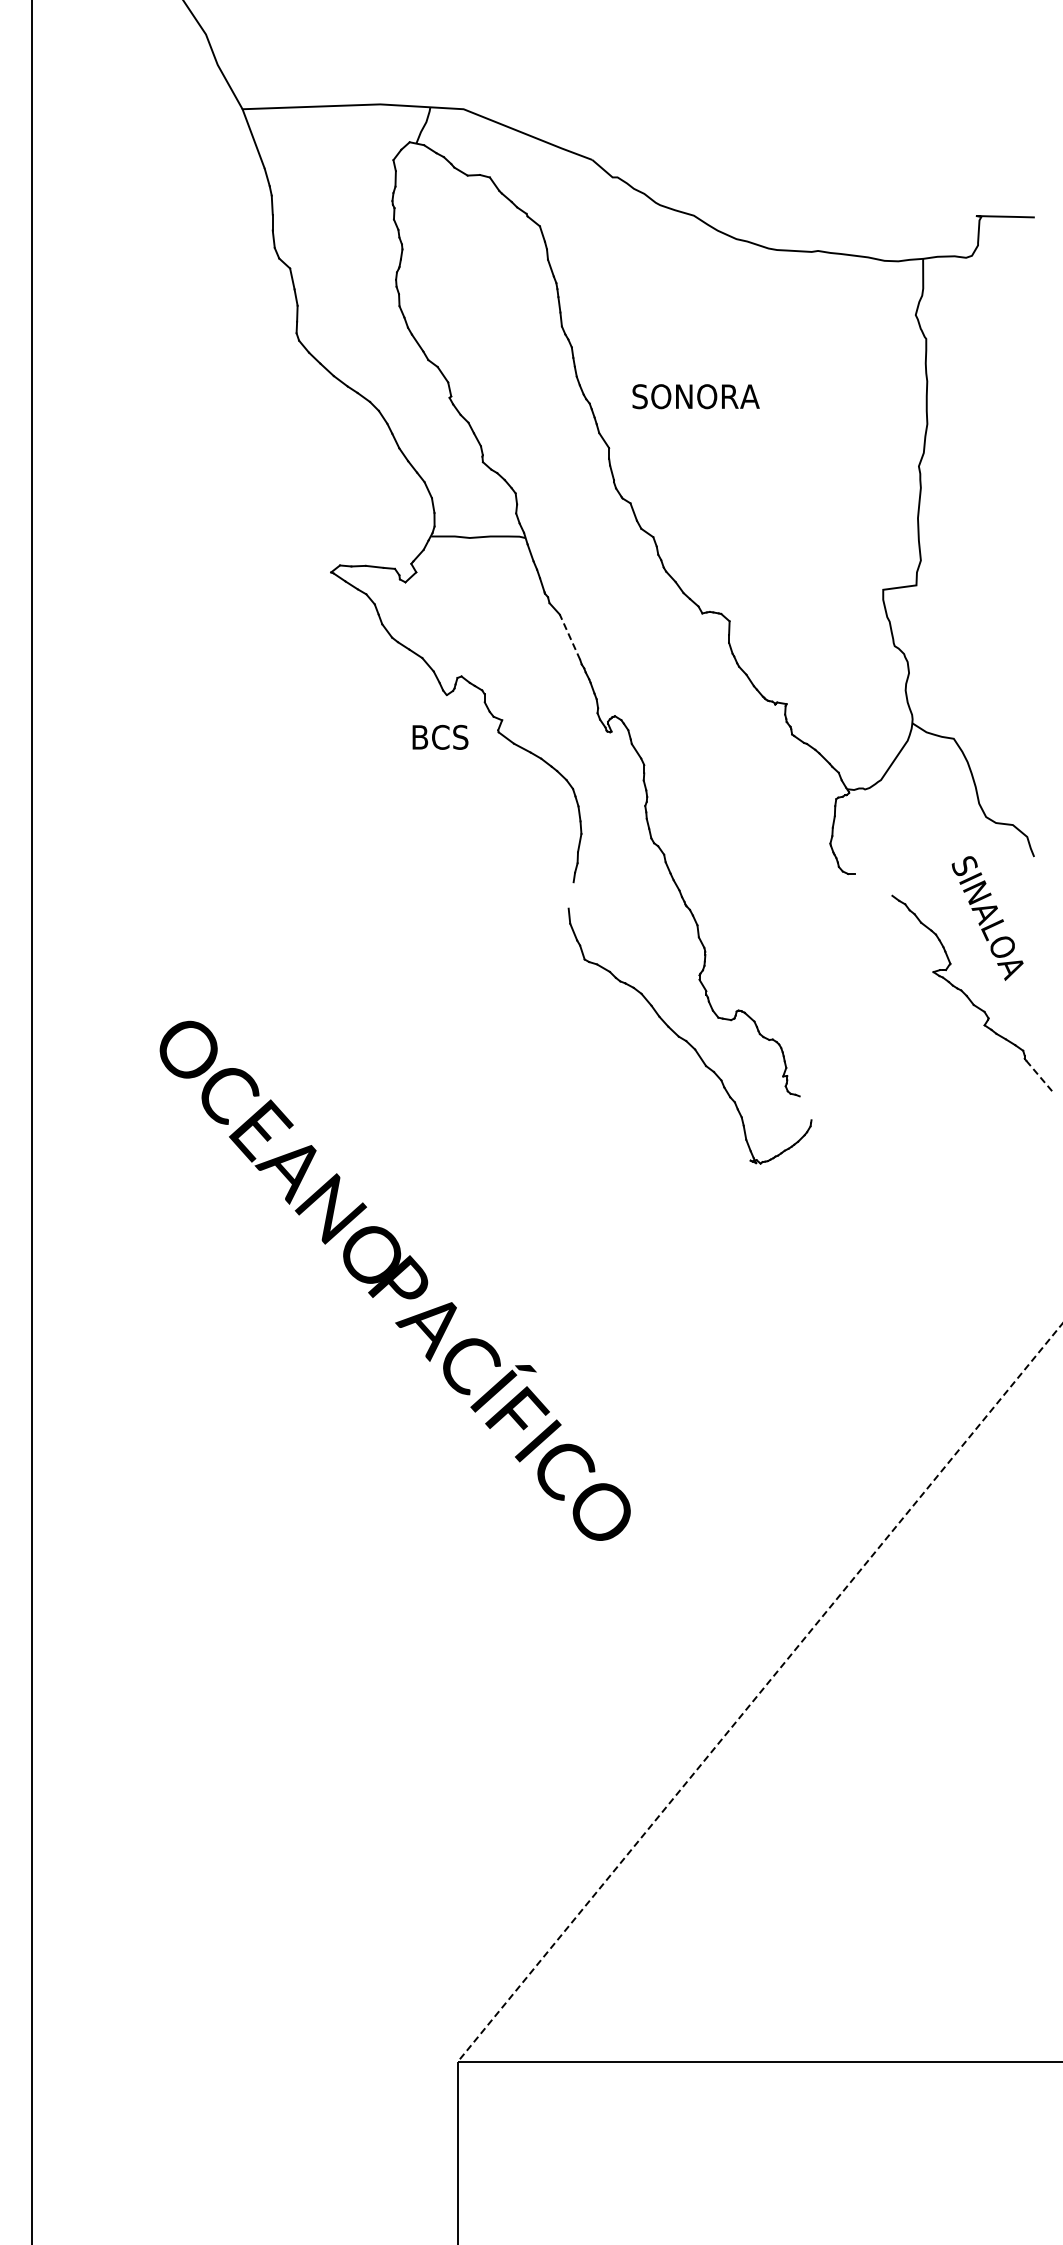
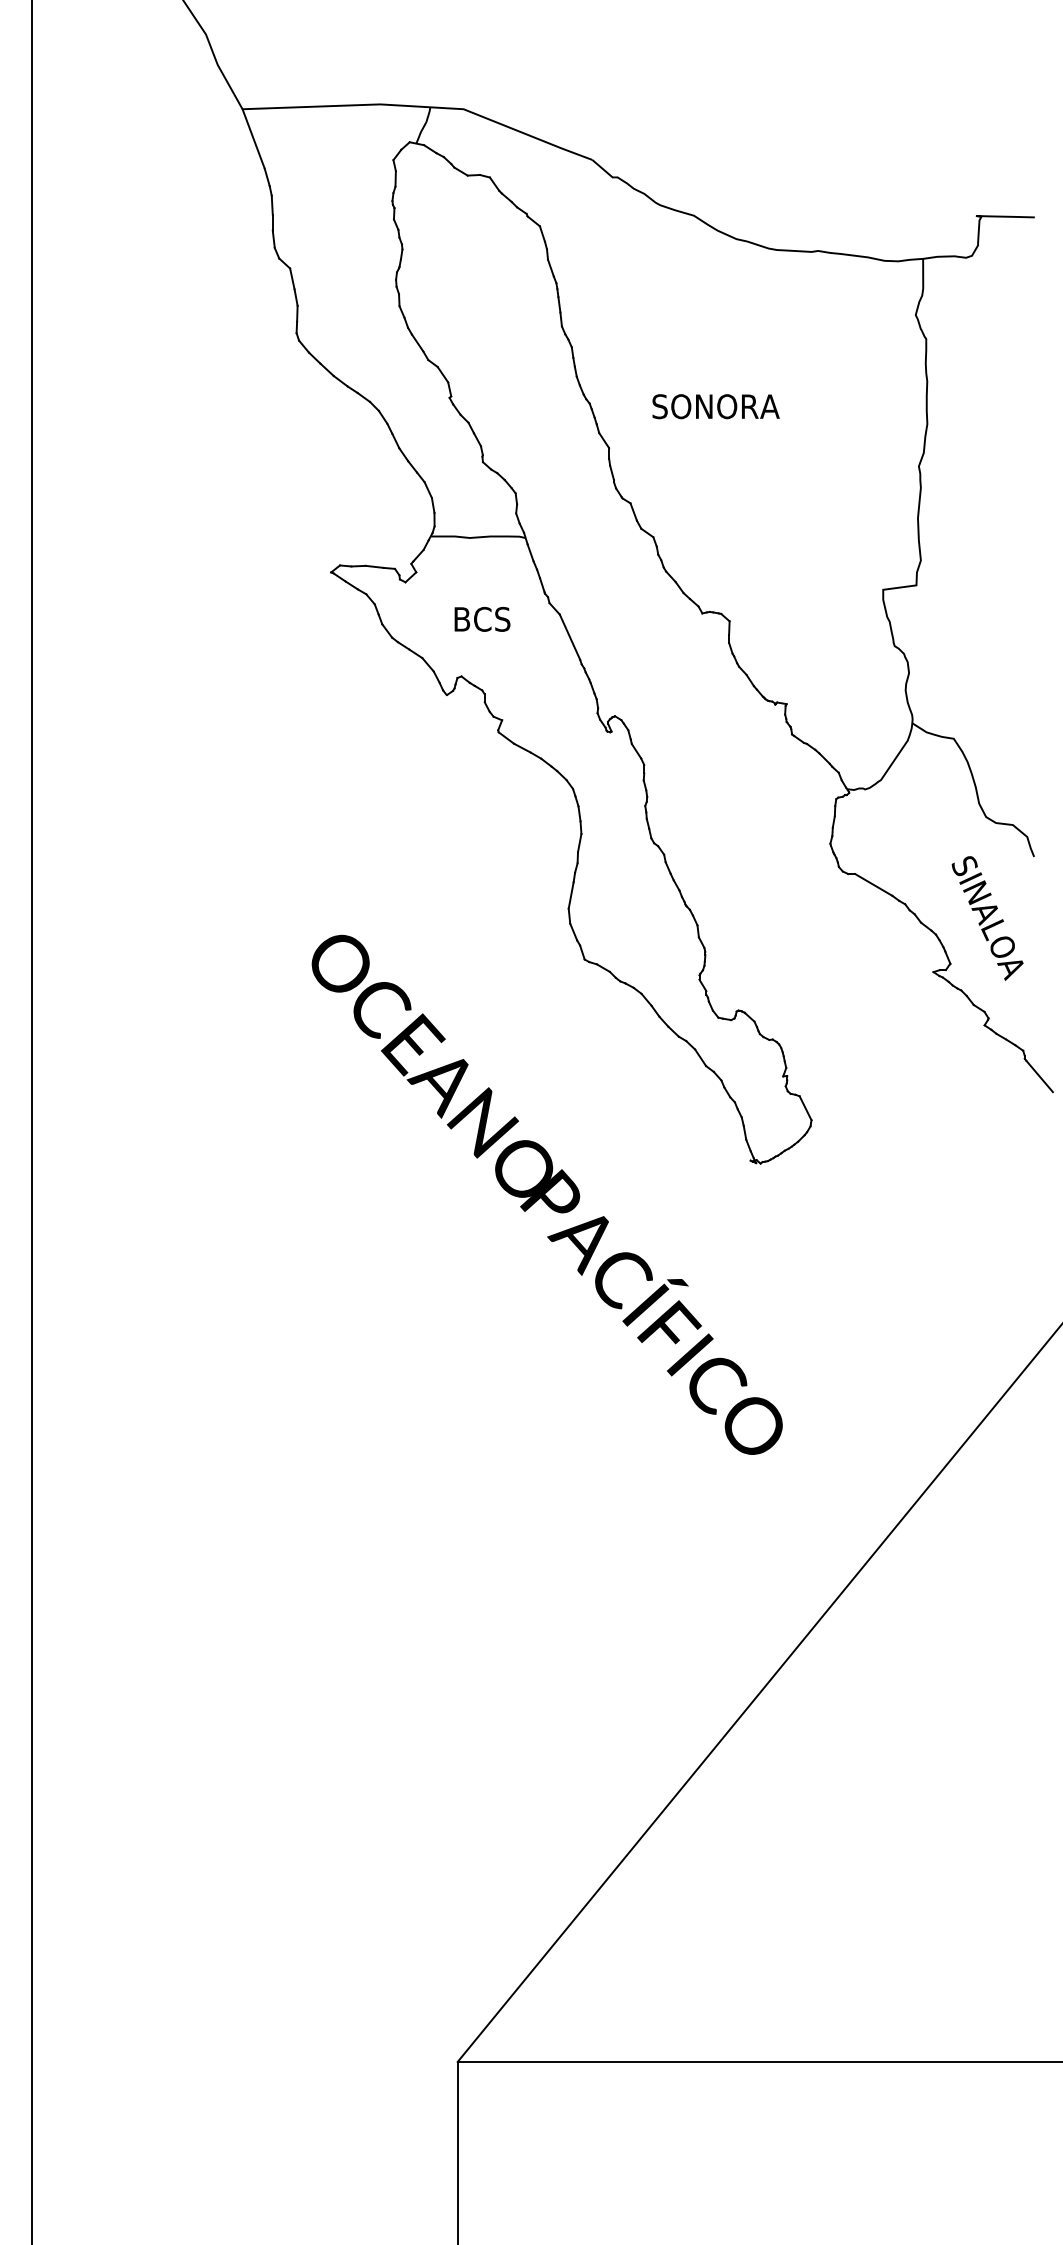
text at (695, 396) position: (695, 396) -> (715, 406)
line at (570, 637): dashed -> solid
text at (440, 736) position: (440, 736) -> (482, 618)
line at (873, 884): none -> present
line at (570, 895): none -> present
line at (1039, 1076): dashed -> solid
line at (805, 1108): none -> present
text at (394, 1280) position: (394, 1280) -> (546, 1194)
line at (759, 1693): dashed -> solid
